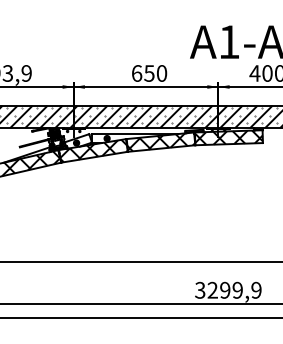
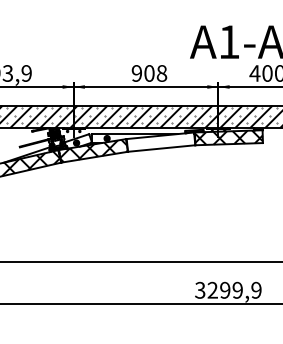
text at (149, 73): 650 -> 908
hatch at (161, 141): present -> none
line at (140, 318): present -> none
